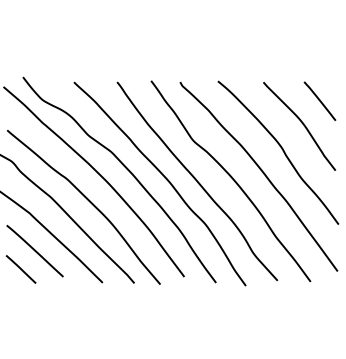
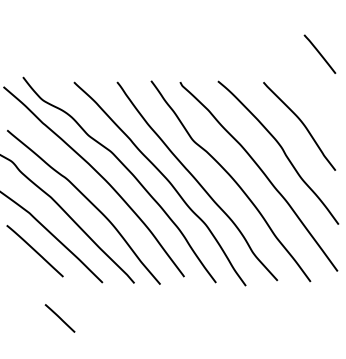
line at (319, 100) position: (319, 100) -> (319, 53)
line at (20, 269) position: (20, 269) -> (59, 318)
